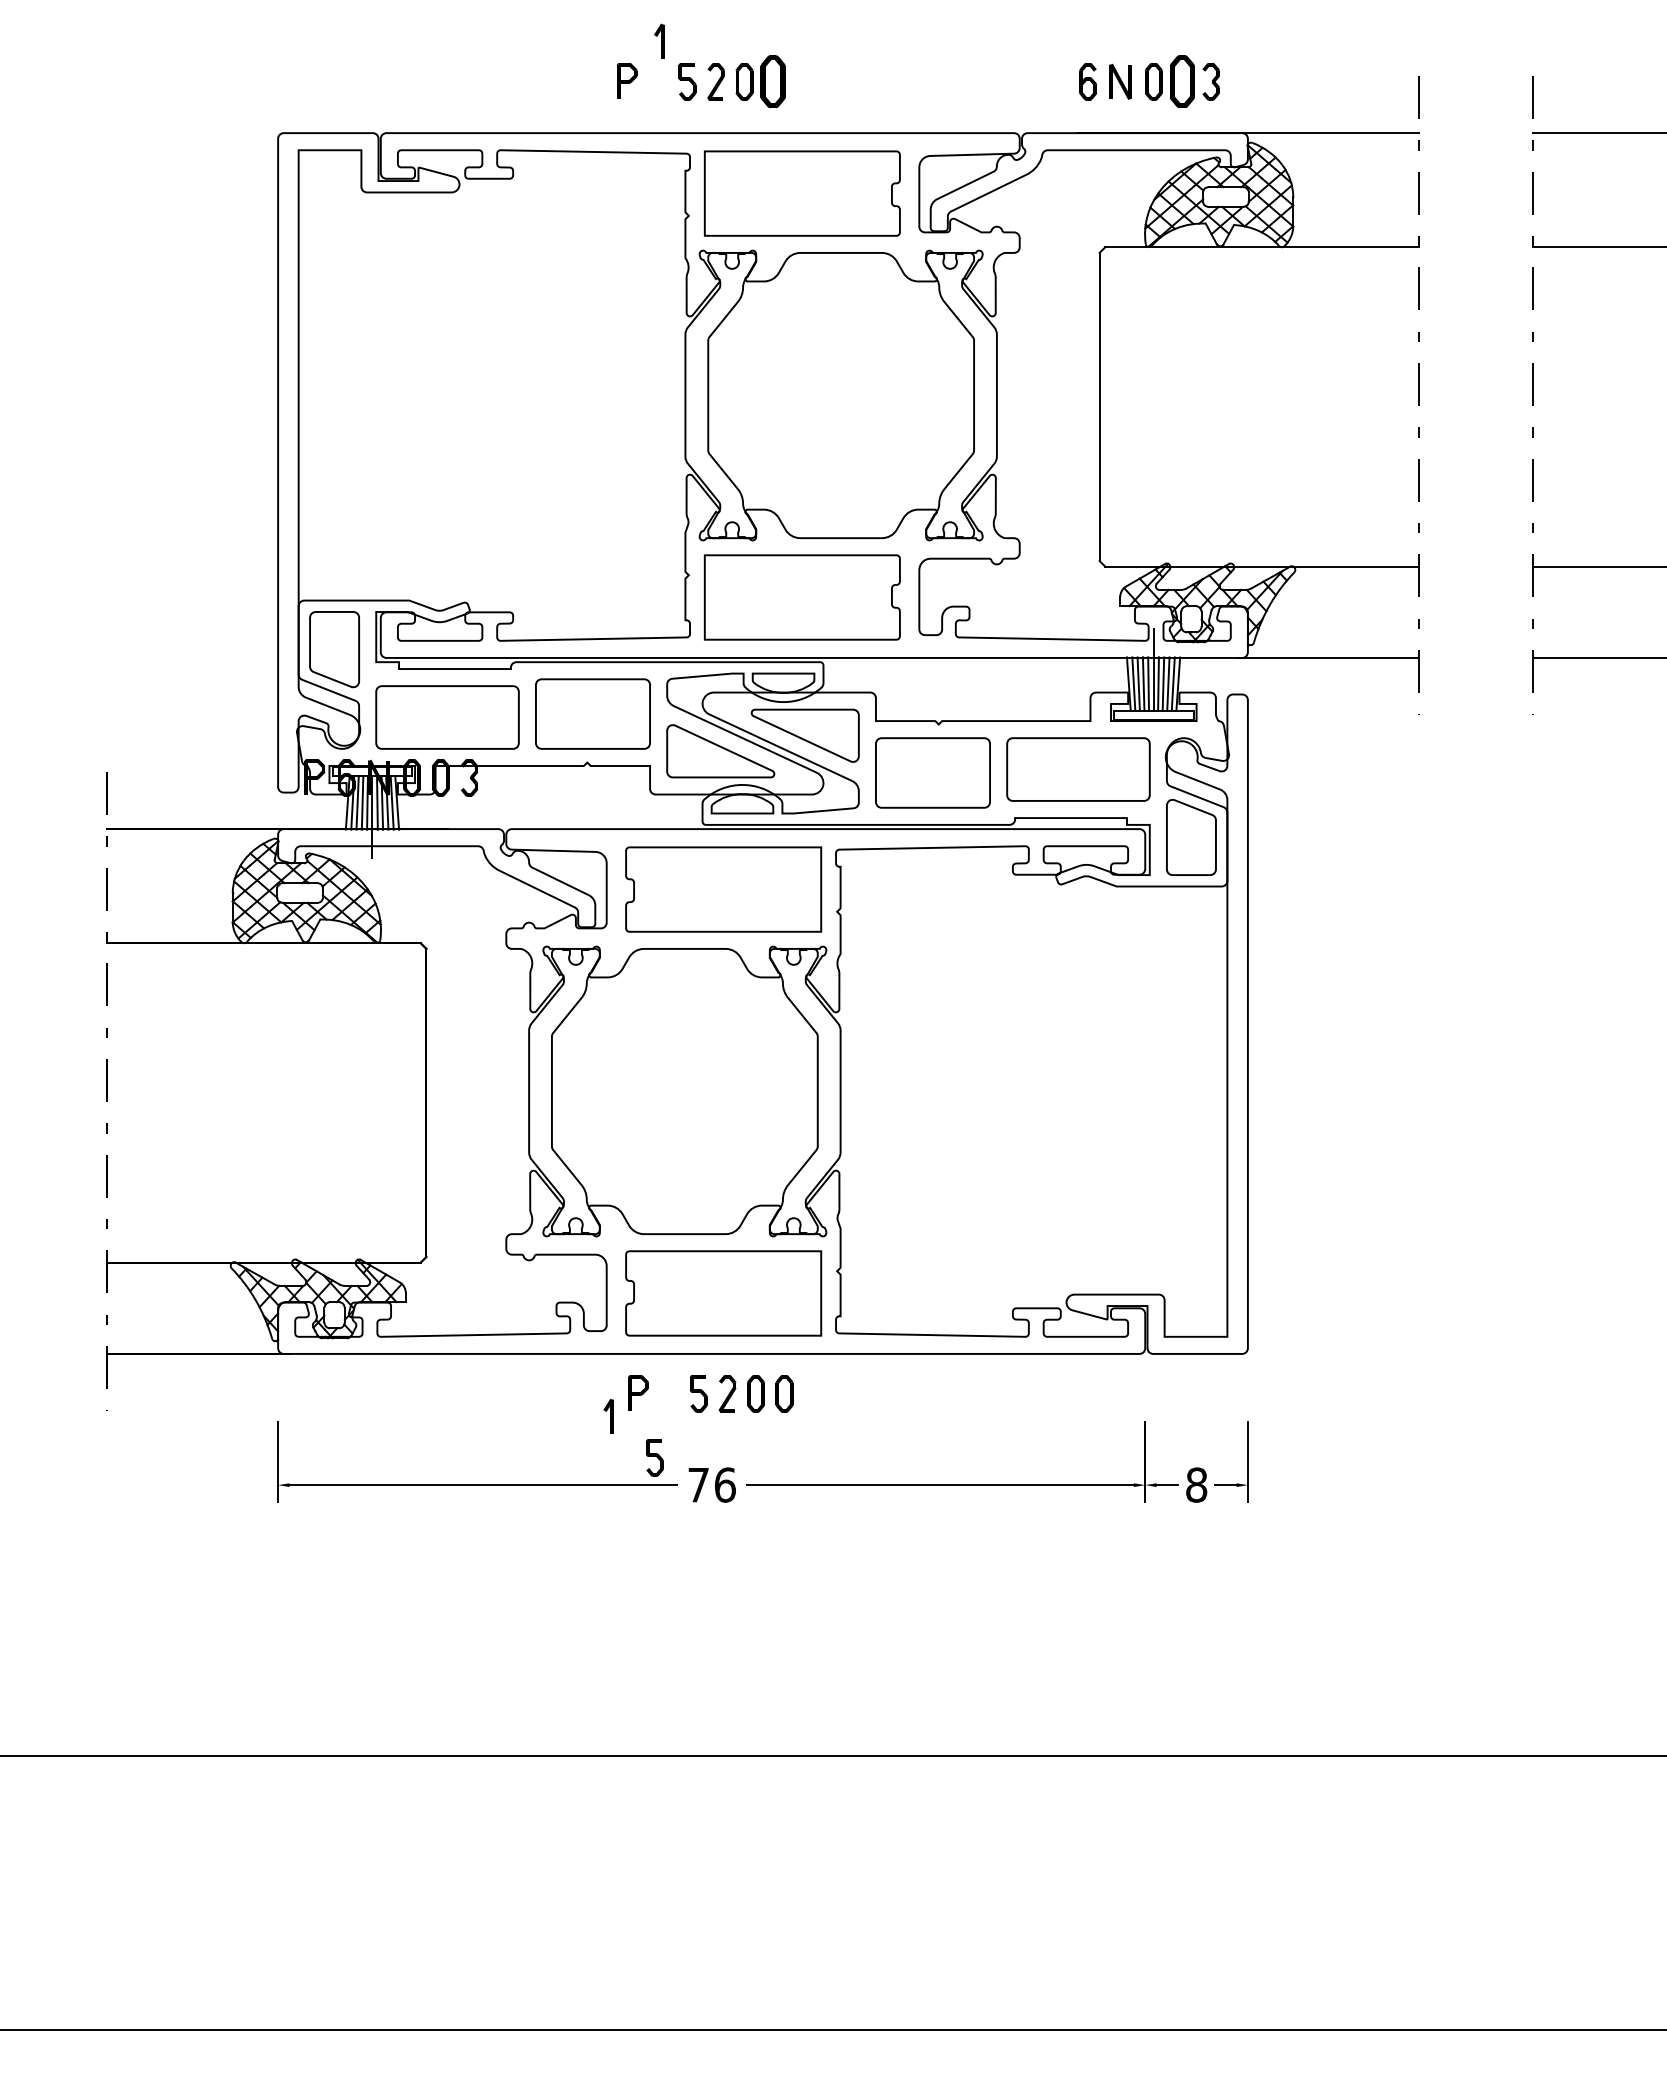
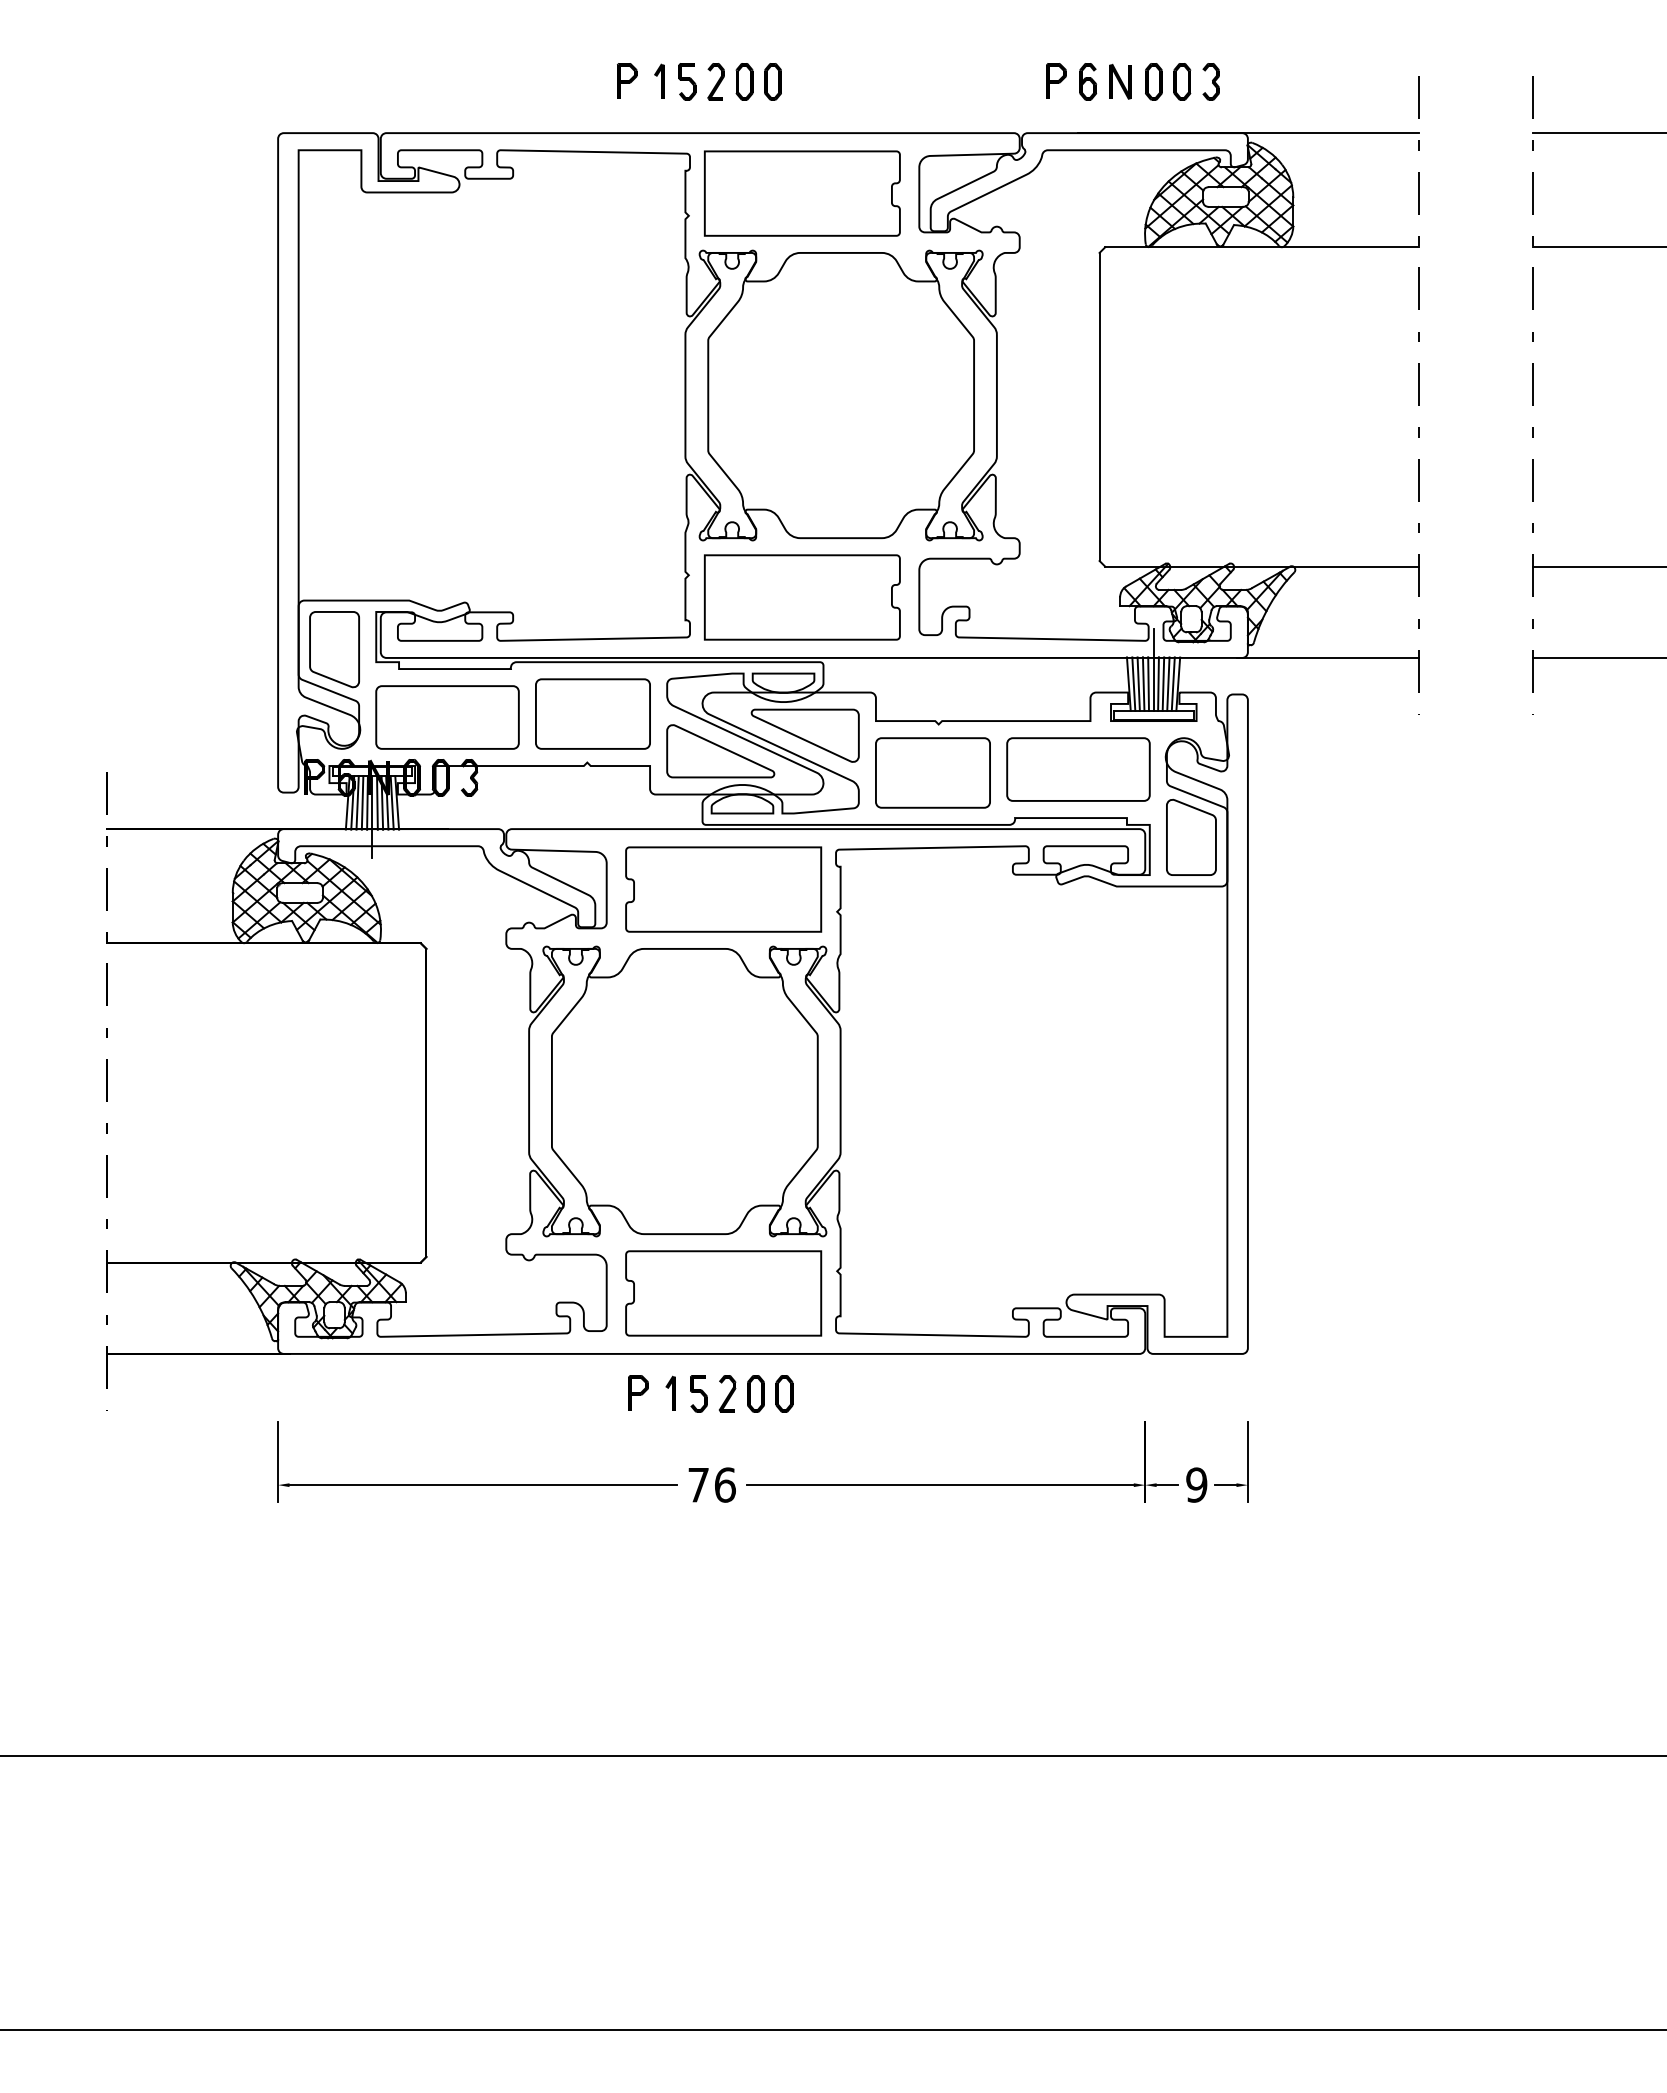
part at (659, 40) position: (659, 40) -> (659, 80)
part at (1056, 80): none -> present
part at (772, 81) size: 26x54 px -> 18x38 px
part at (1181, 81) size: 26x54 px -> 19x38 px
part at (608, 1415) position: (608, 1415) -> (670, 1392)
part at (654, 1457): present -> none
text at (1196, 1484): 8 -> 9
